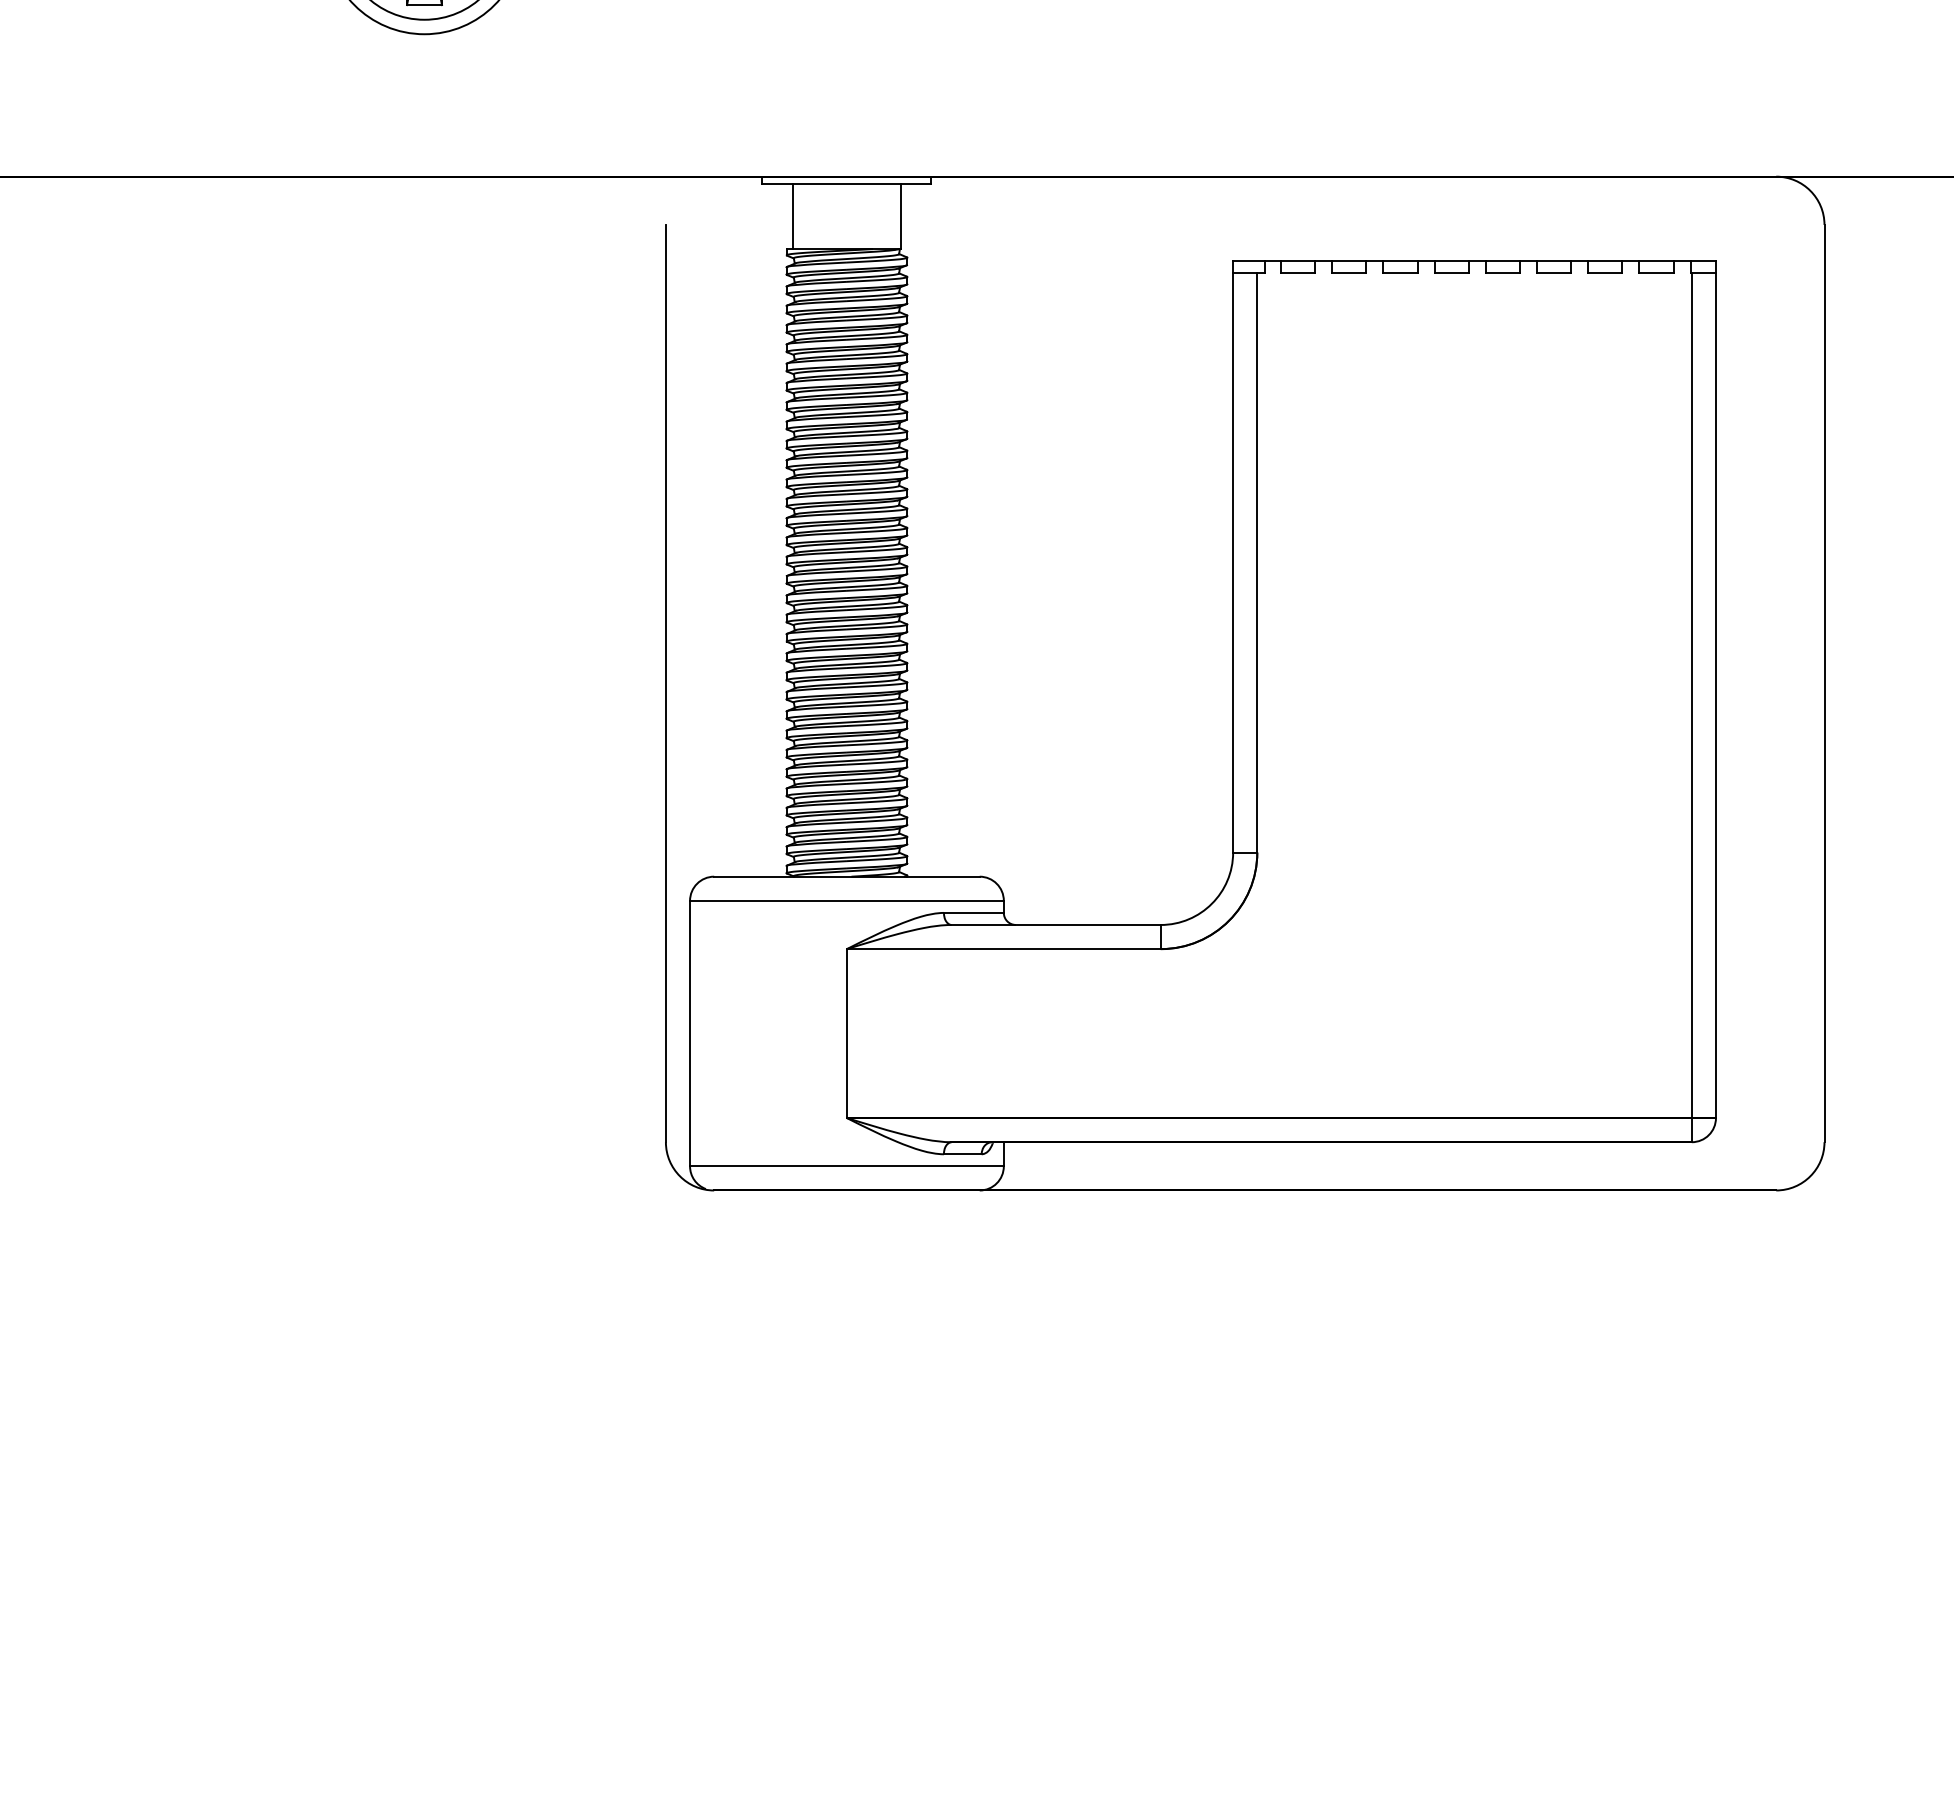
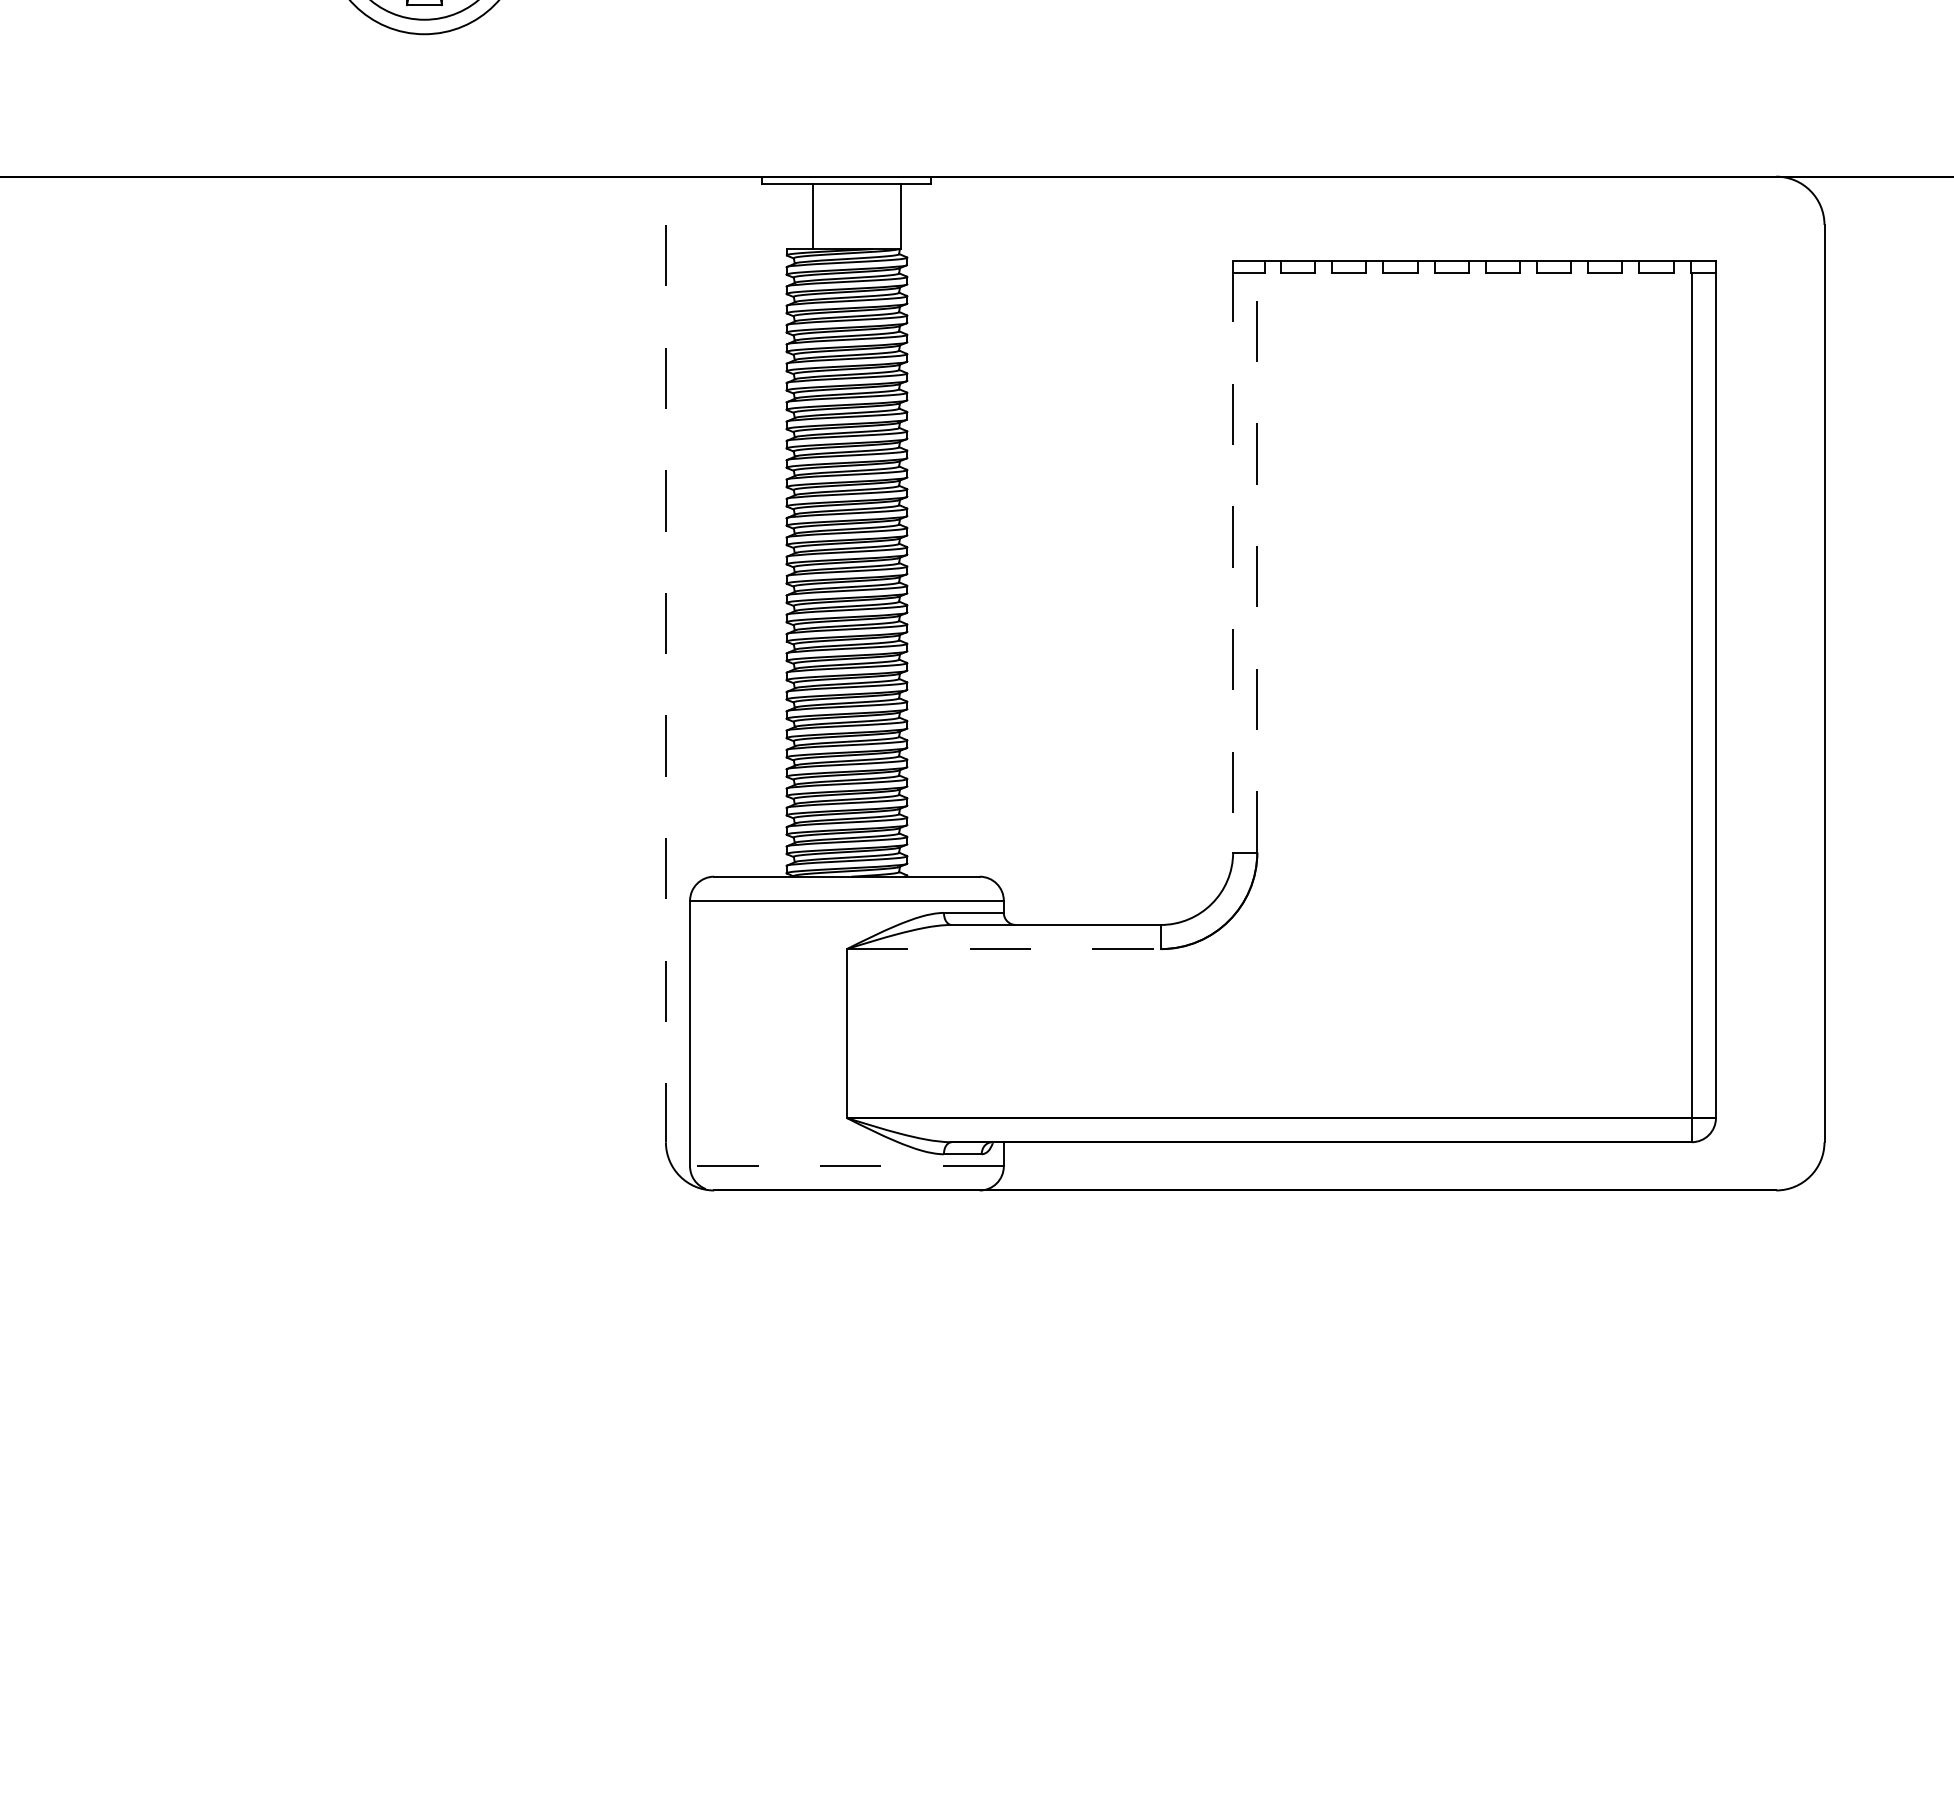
line at (792, 216) position: (792, 216) -> (812, 216)
line at (1233, 556): solid -> dashed
line at (1257, 562): solid -> dashed
line at (665, 683): solid -> dashed
line at (1003, 949): solid -> dashed
line at (846, 1166): solid -> dashed
